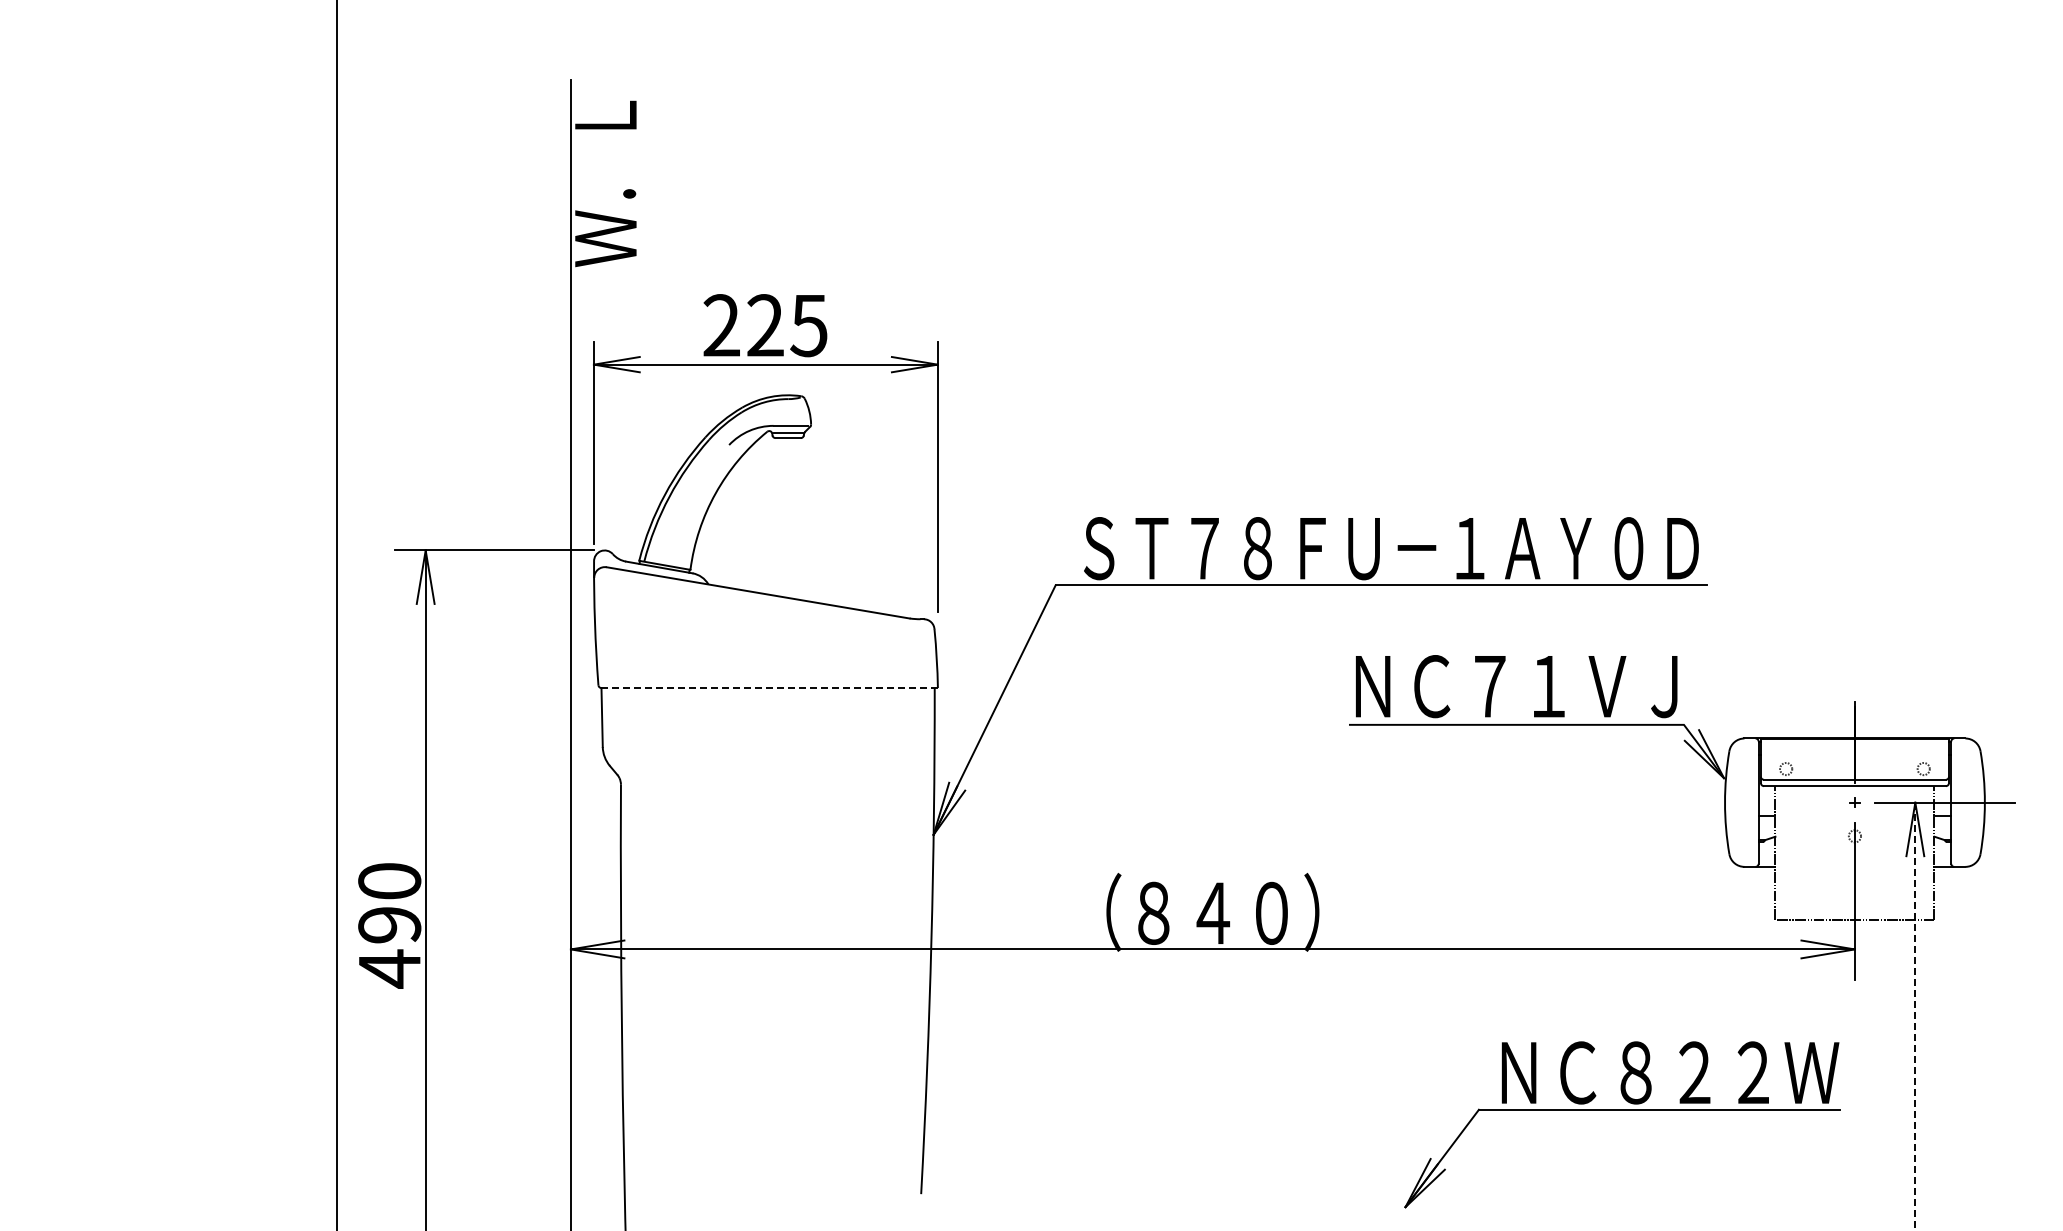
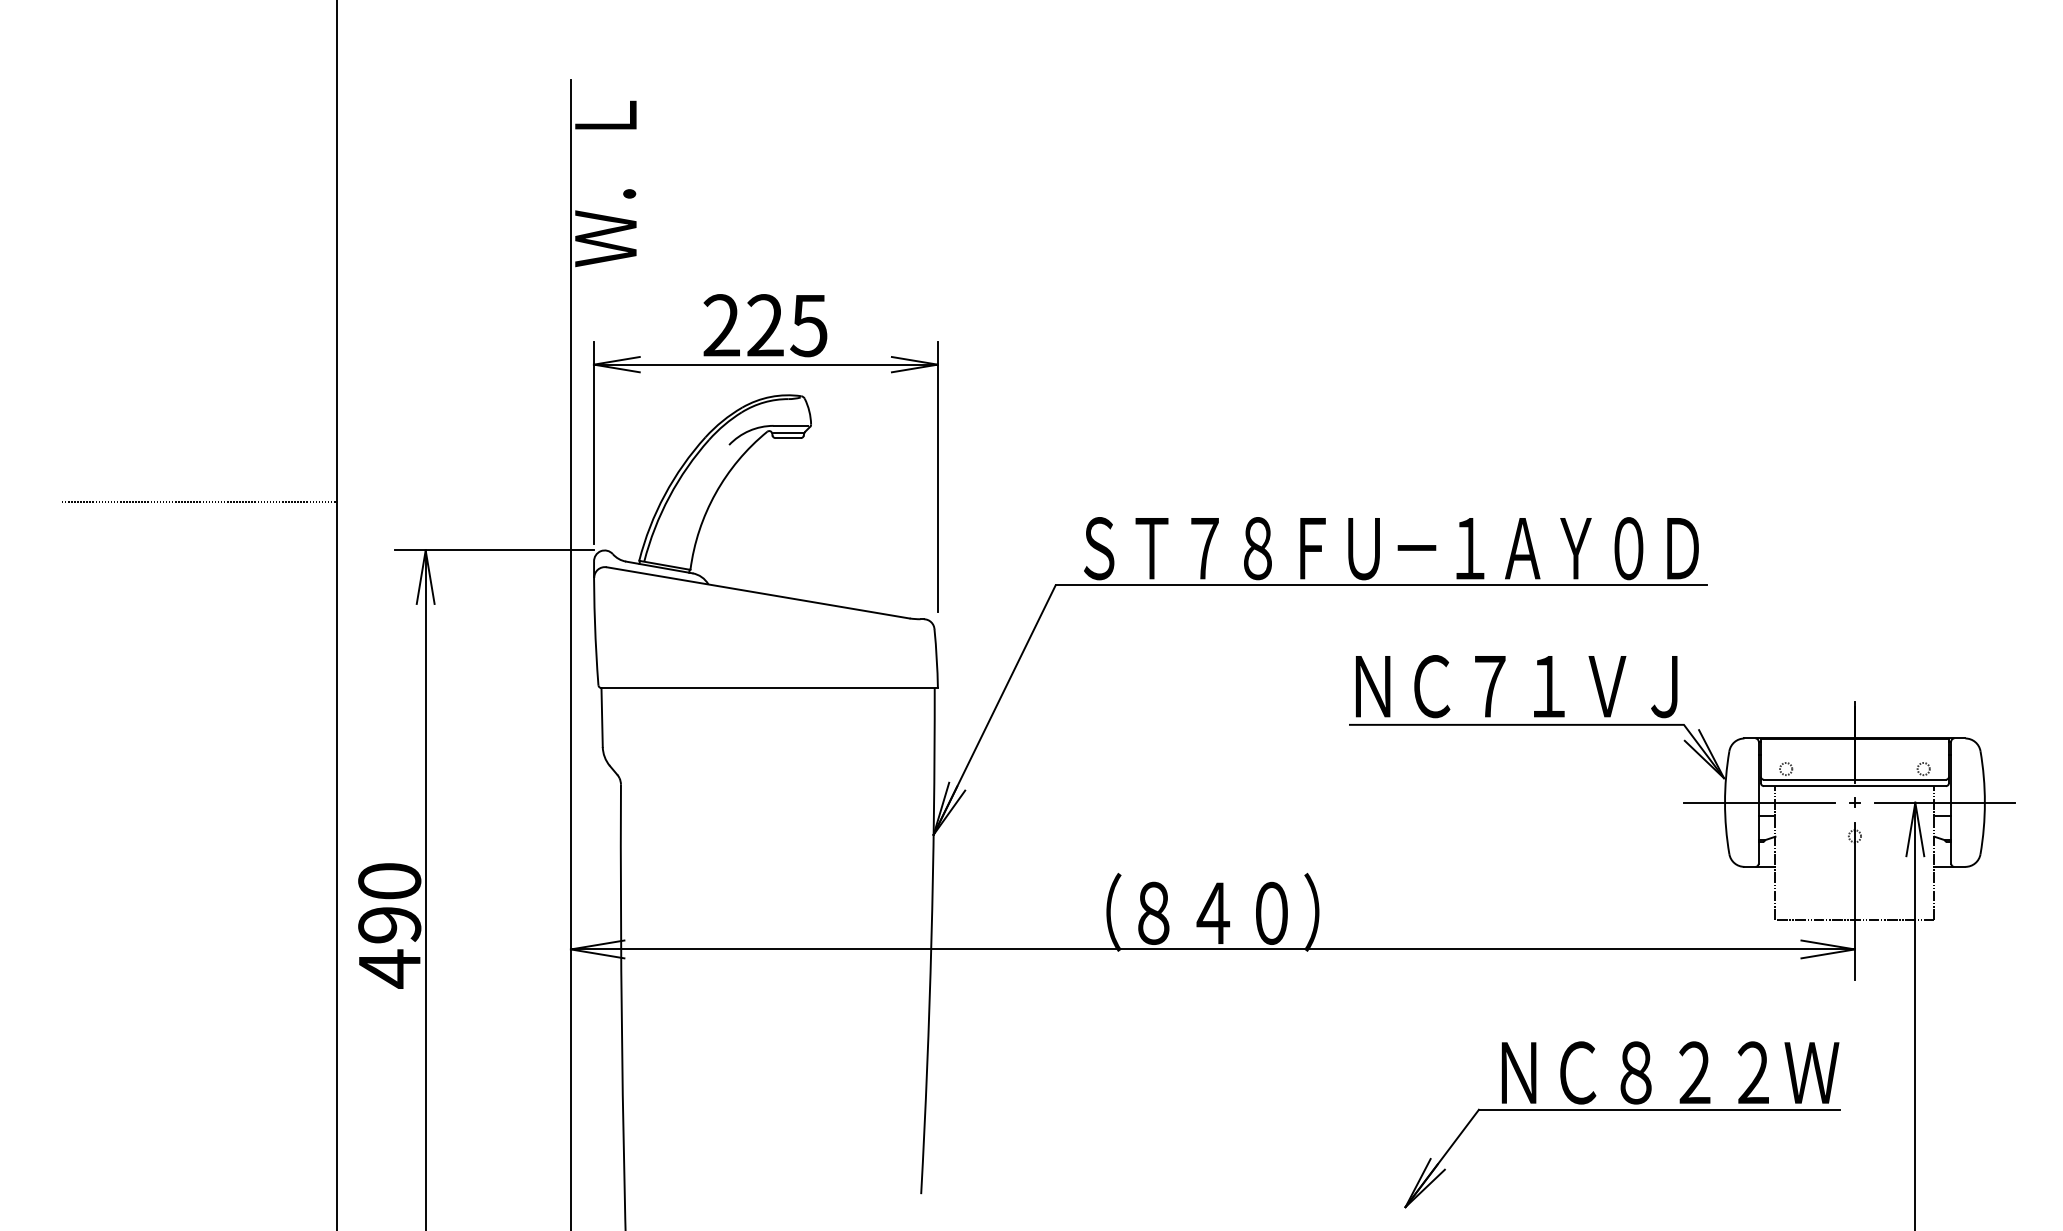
line at (199, 501): none -> present
line at (769, 688): dashed -> solid
line at (1759, 802): none -> present
line at (1915, 1016): dashed -> solid
